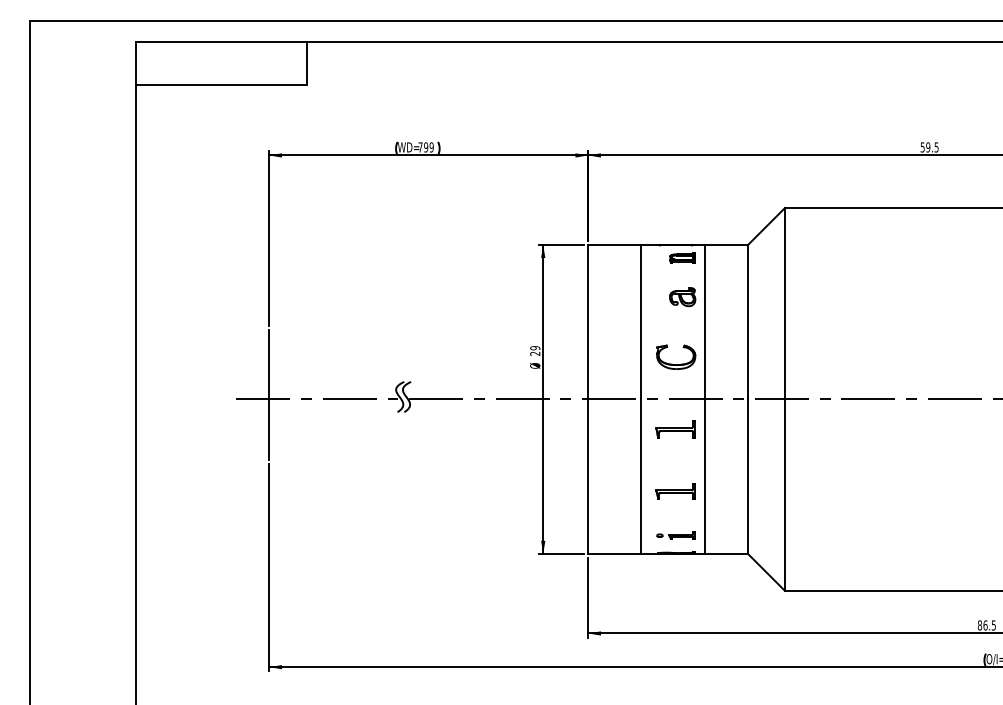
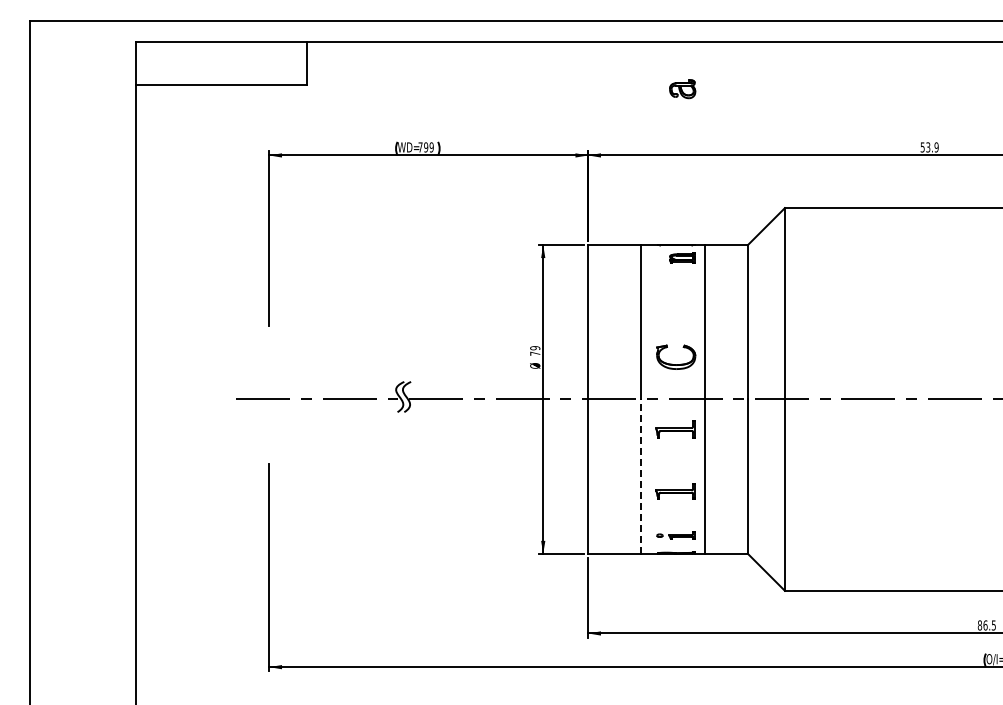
text at (932, 147): 59.5 -> 53.9
part at (682, 297) position: (682, 297) -> (682, 89)
text at (535, 353): 29 -> 79
line at (269, 395): present -> none
line at (641, 476): solid -> dashed
